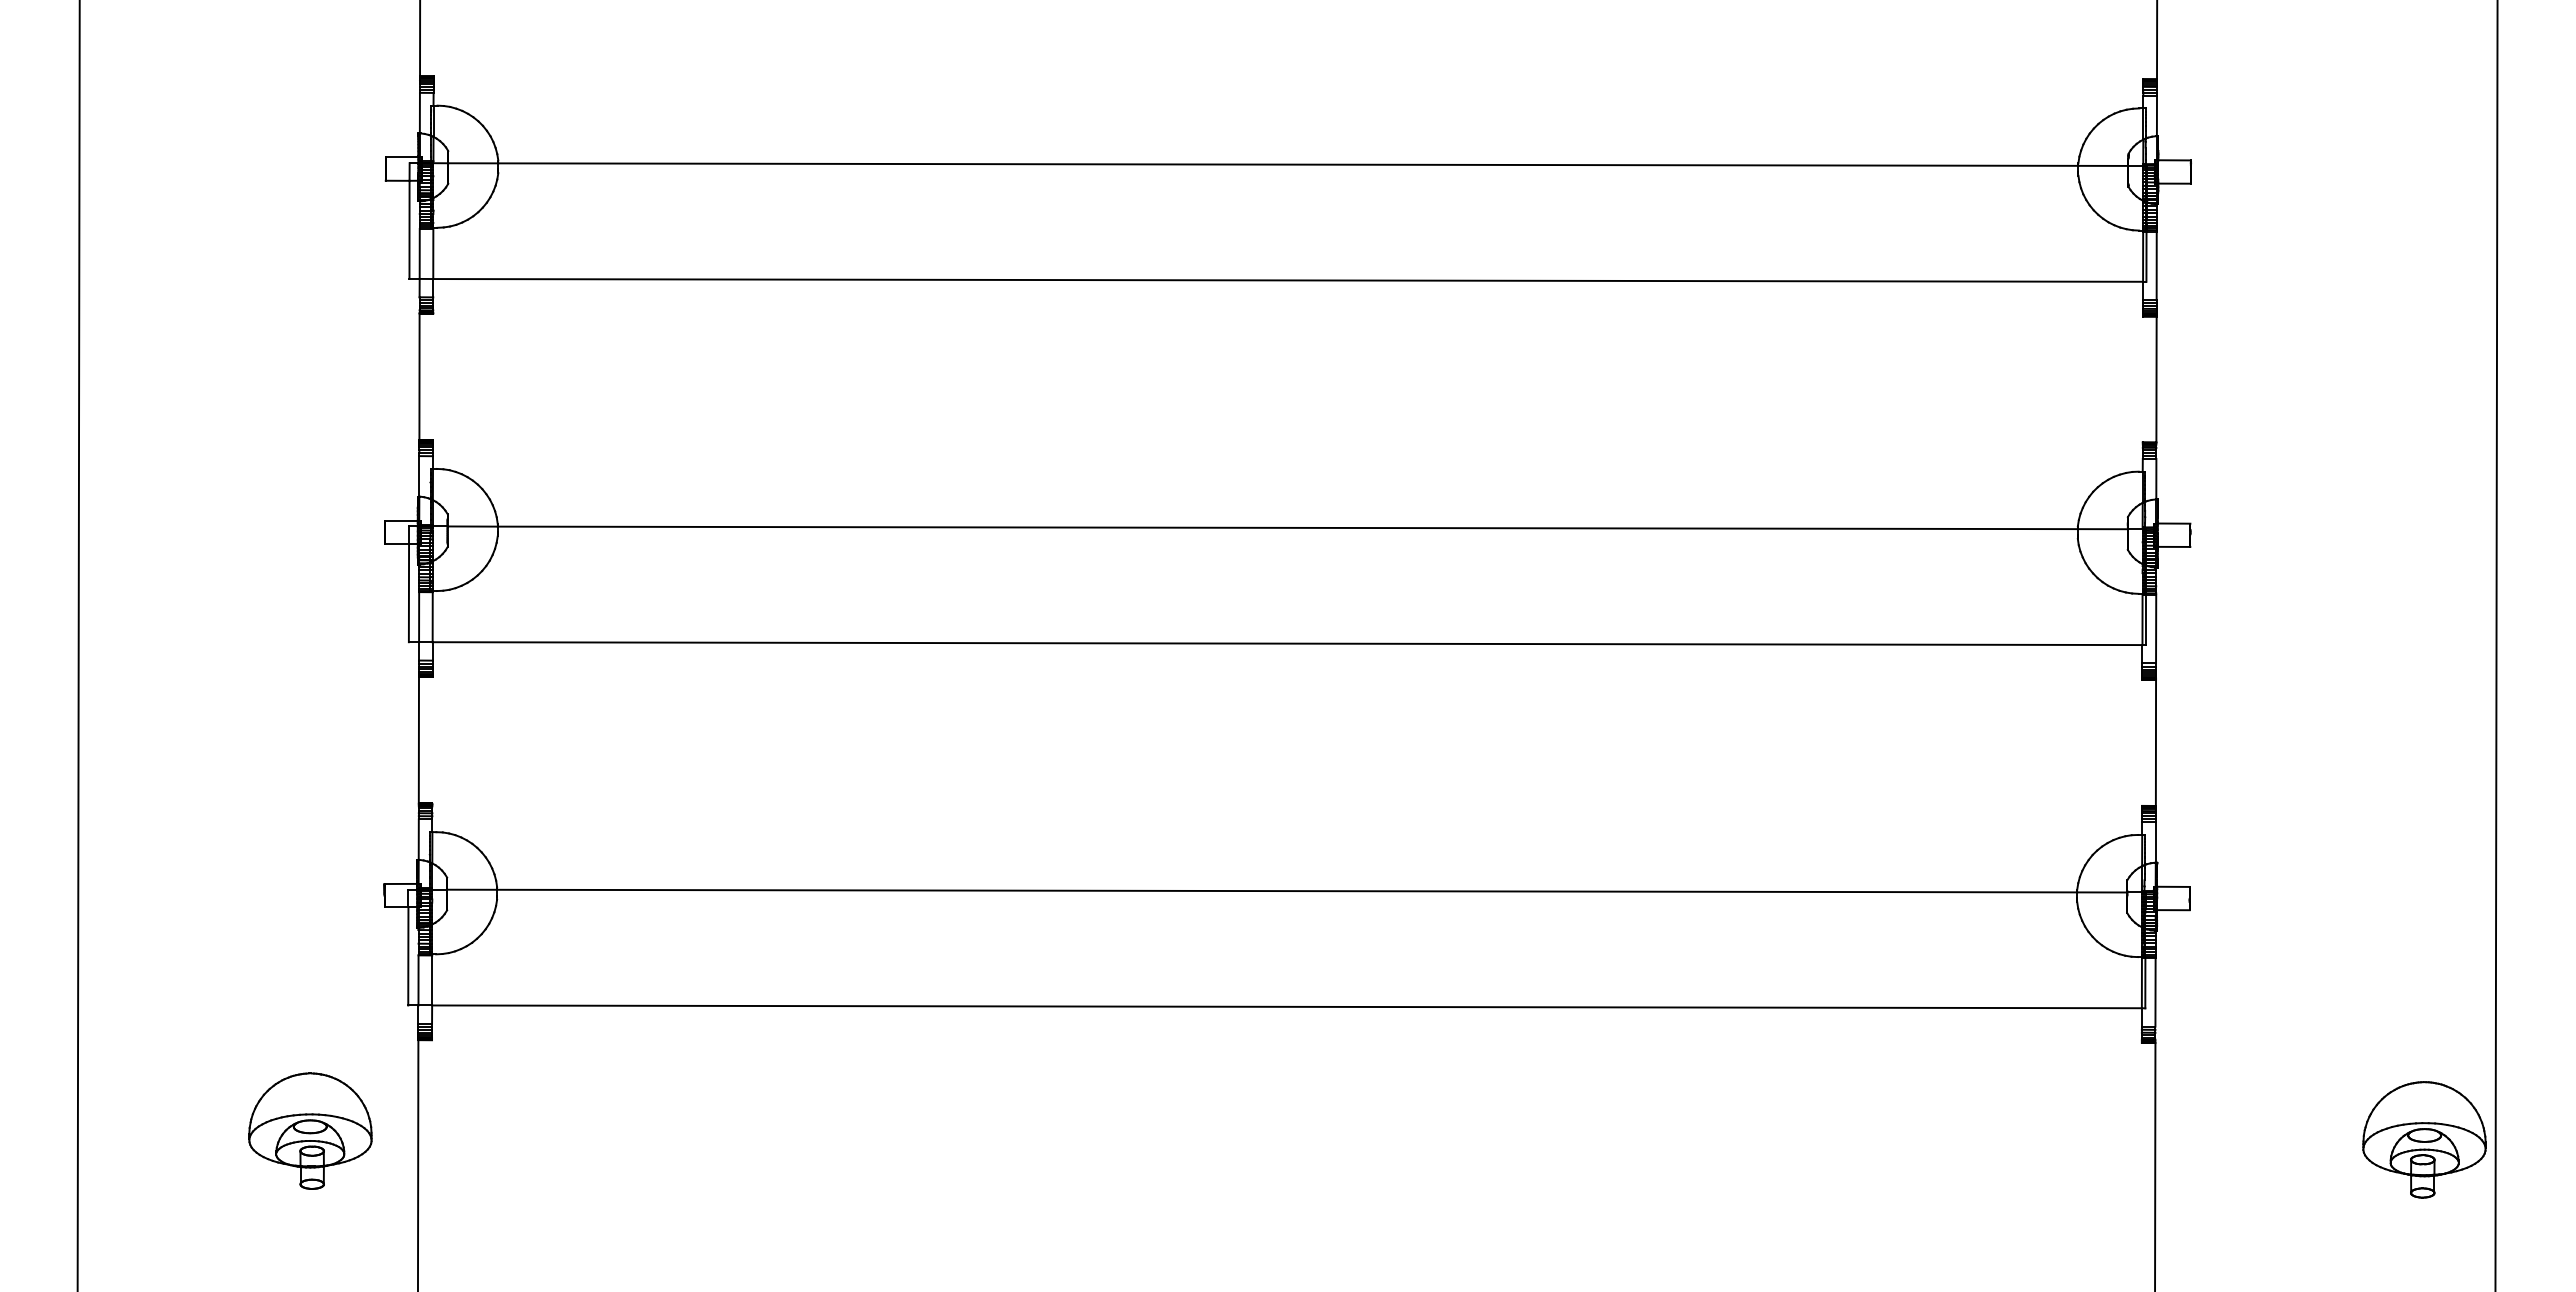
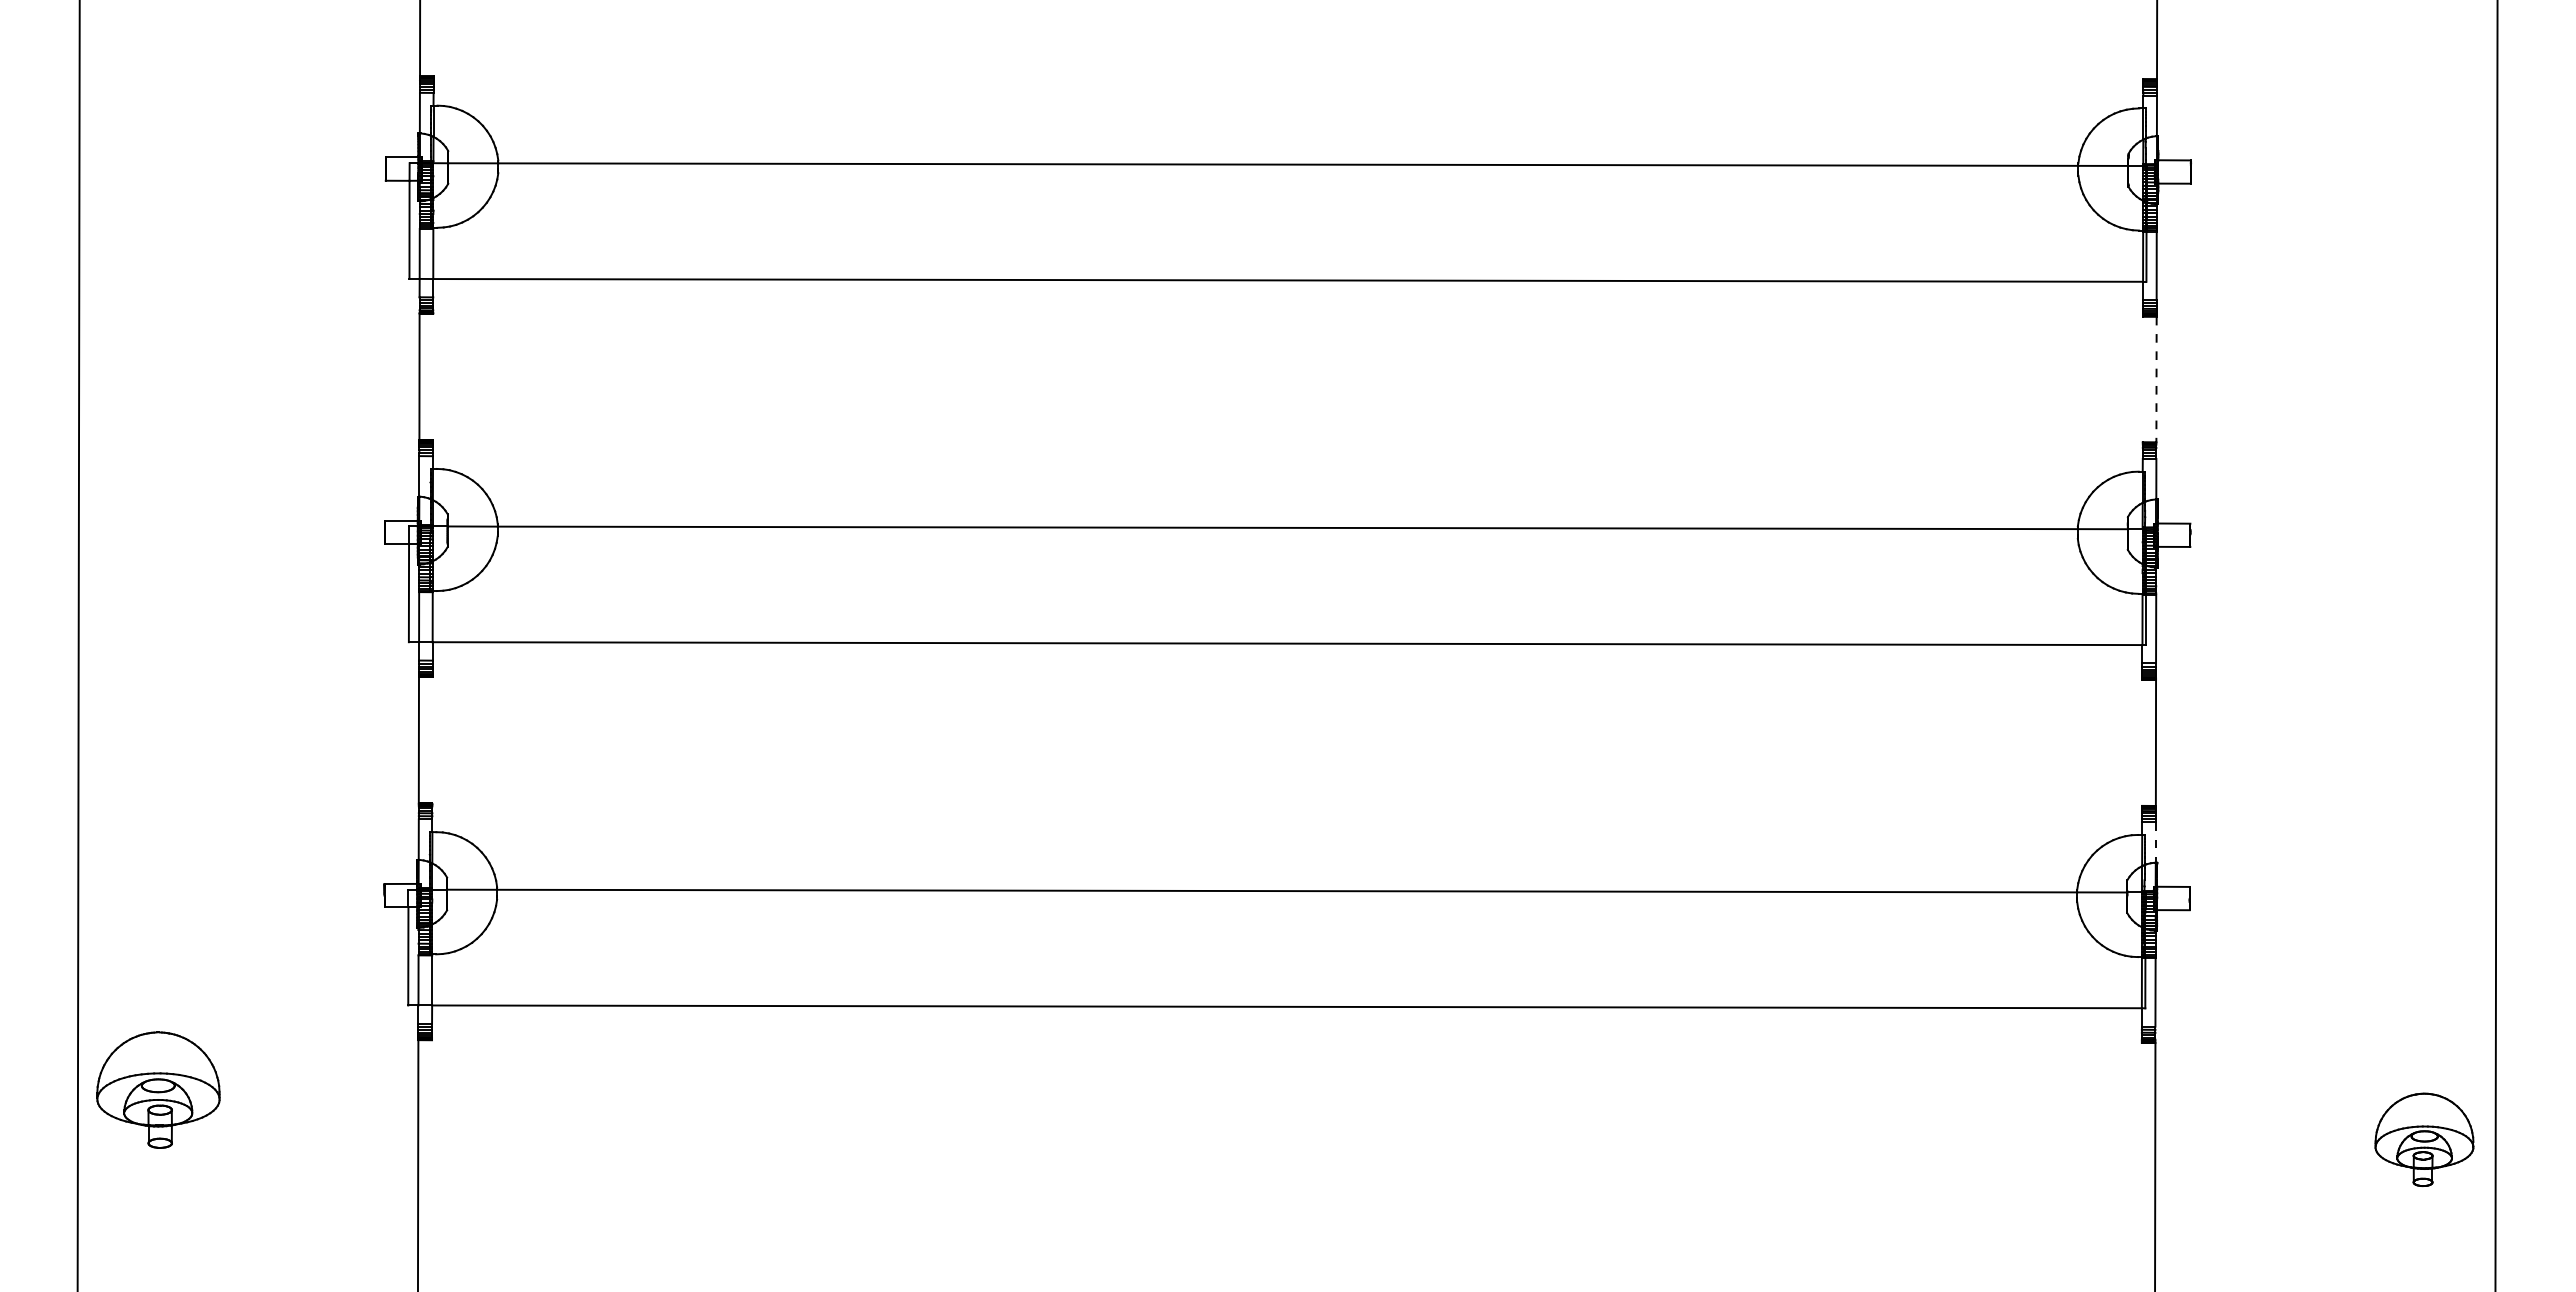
line at (2156, 379): solid -> dashed
line at (2155, 842): solid -> dashed
part at (310, 1130) position: (310, 1130) -> (158, 1089)
part at (2424, 1139) size: 125x118 px -> 101x95 px
